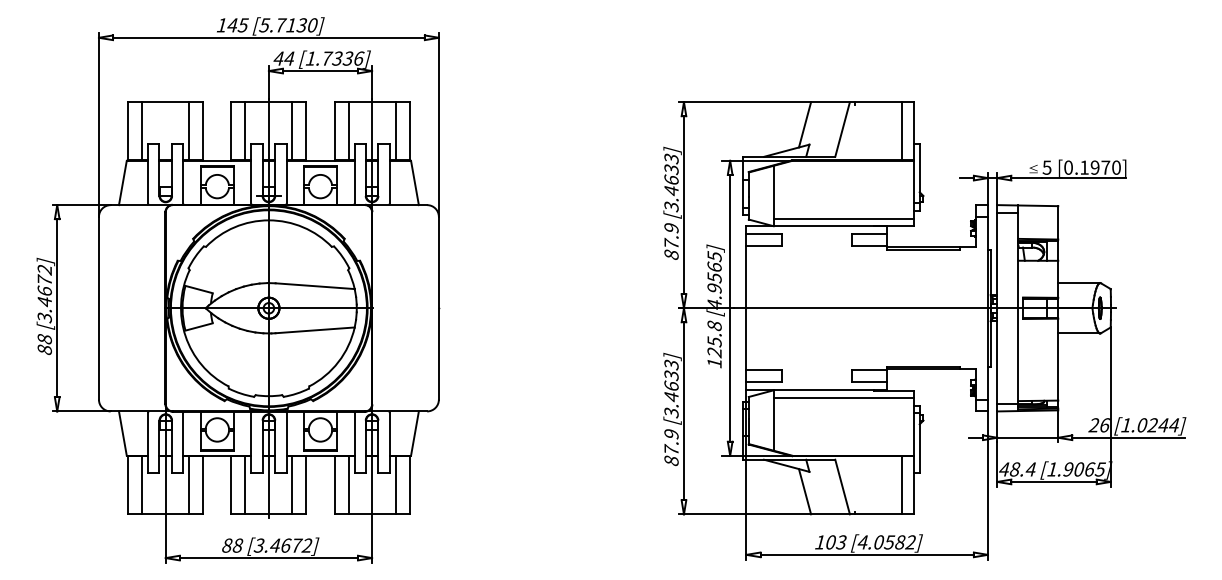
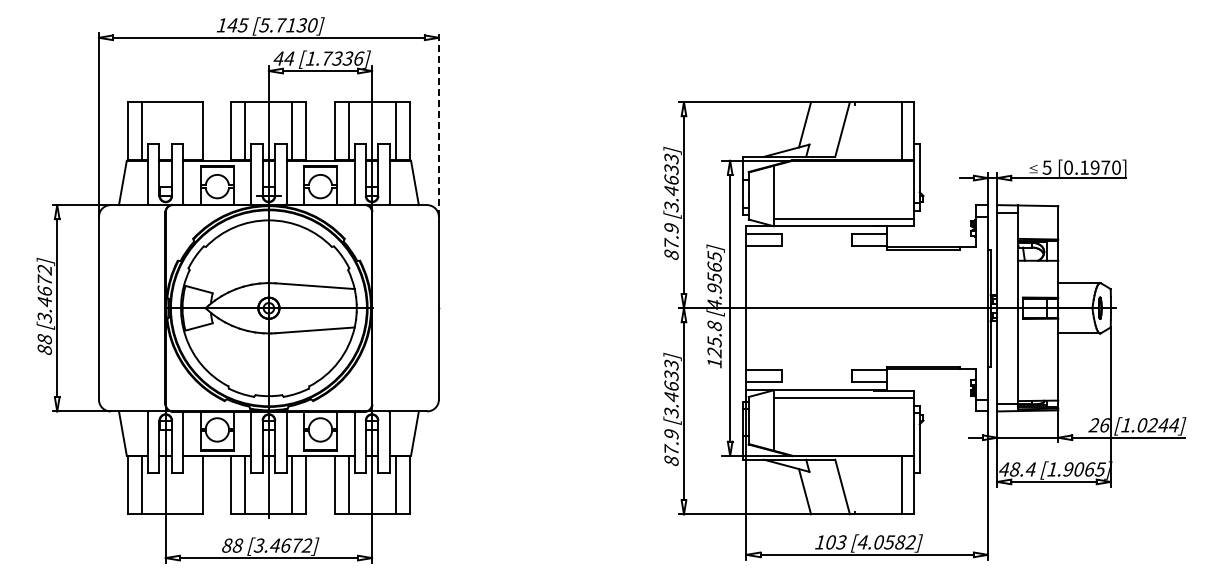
line at (438, 124): solid -> dashed
line at (189, 131): present -> none
line at (189, 485): present -> none
